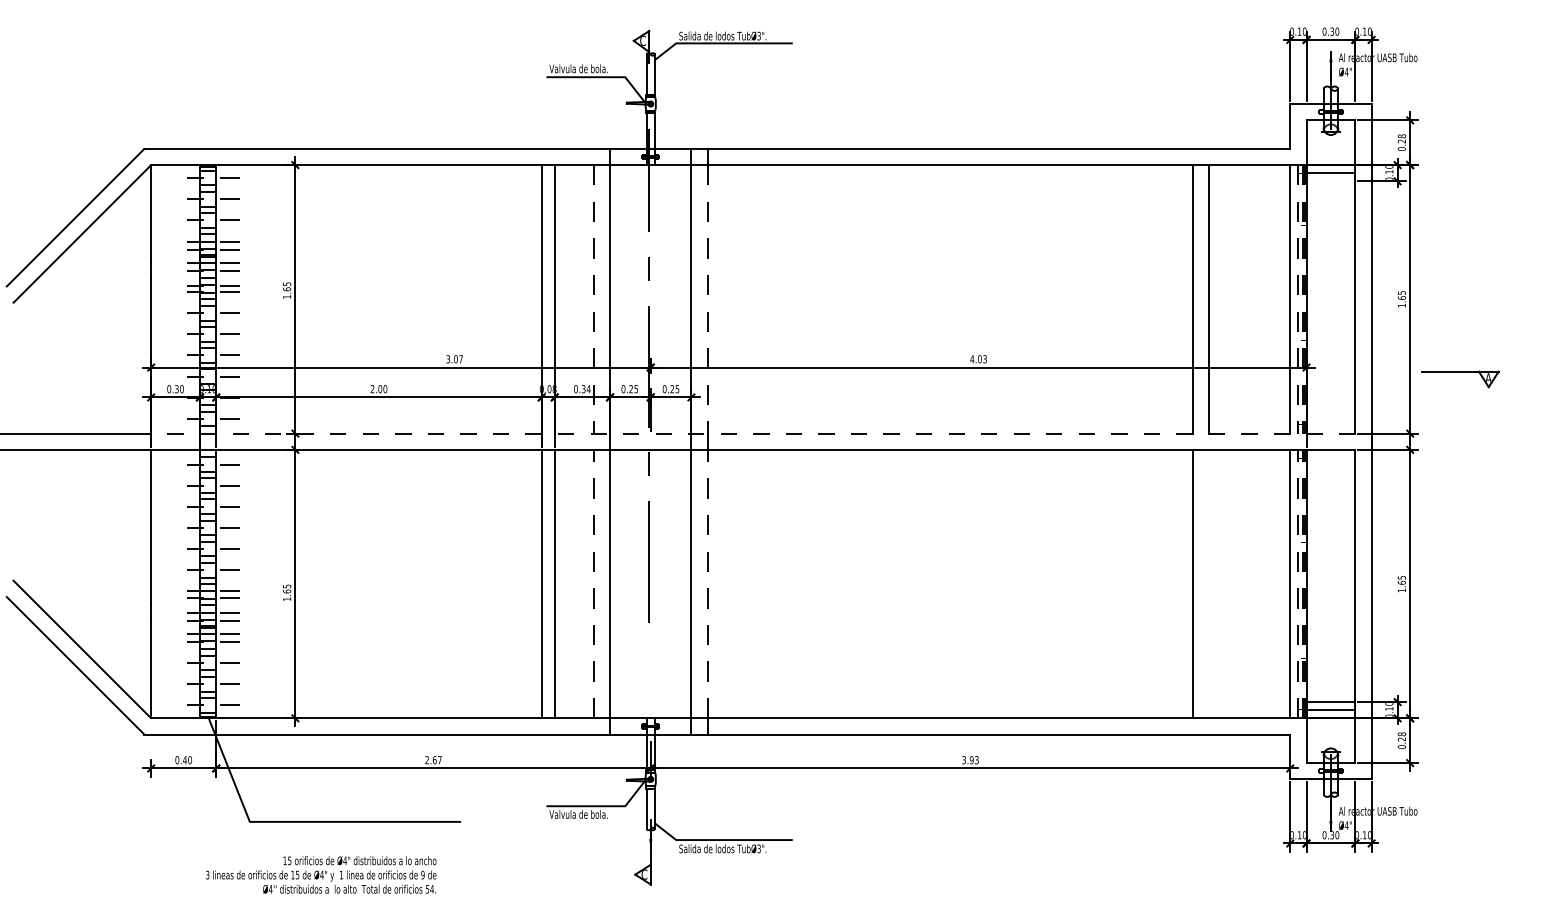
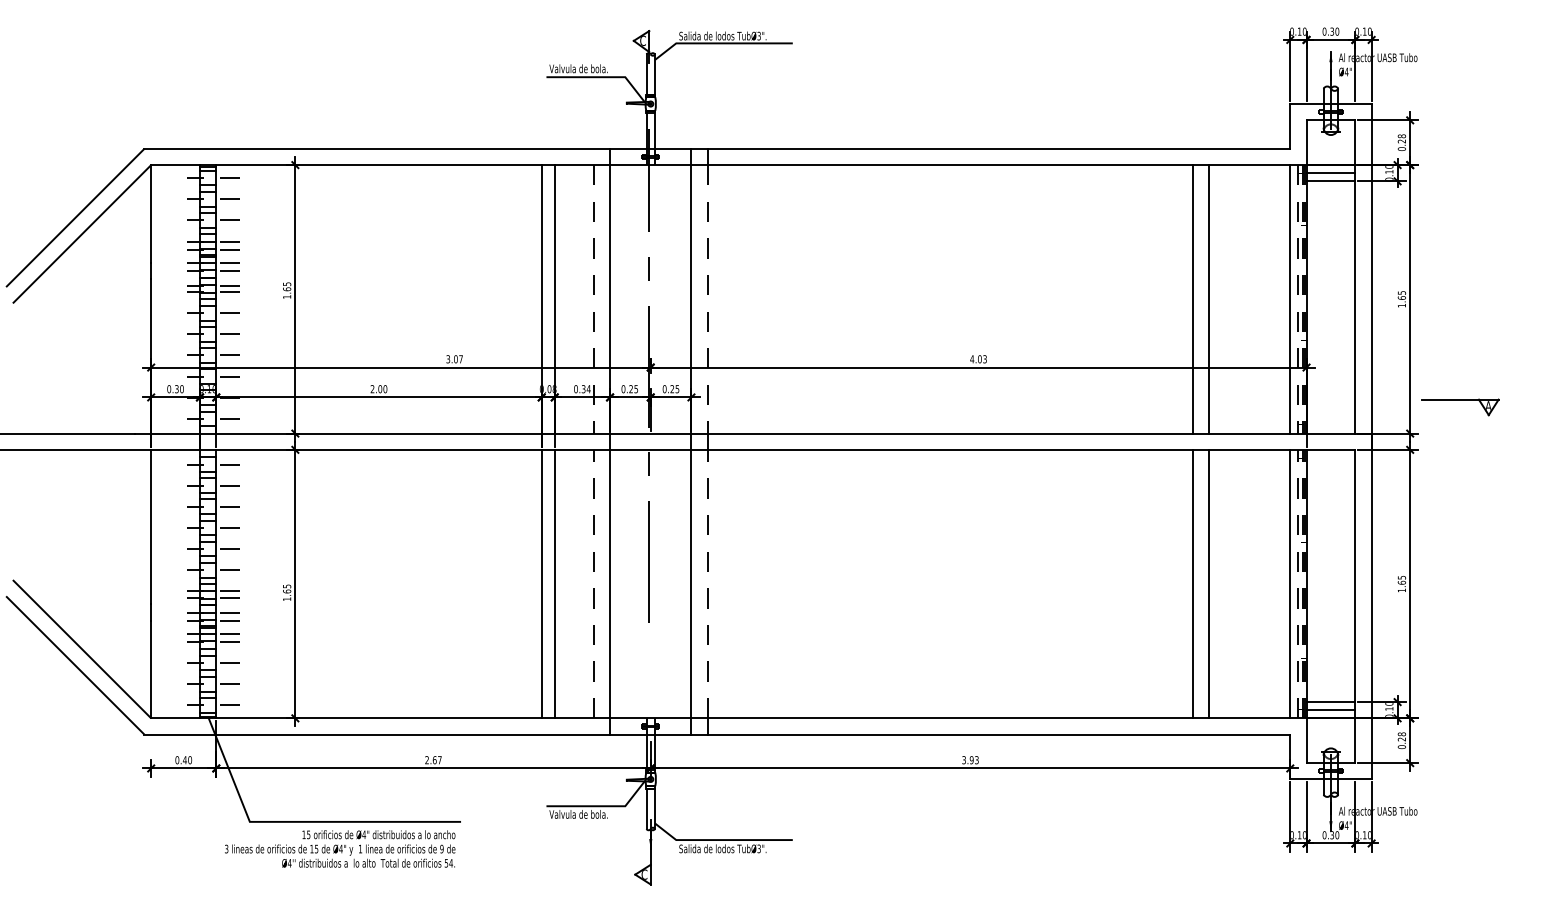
line at (1330, 181): none -> present
part at (1460, 372) position: (1460, 372) -> (1460, 400)
line at (753, 433): dashed -> solid
line at (1208, 583): none -> present
text at (321, 874) position: (321, 874) -> (340, 848)
